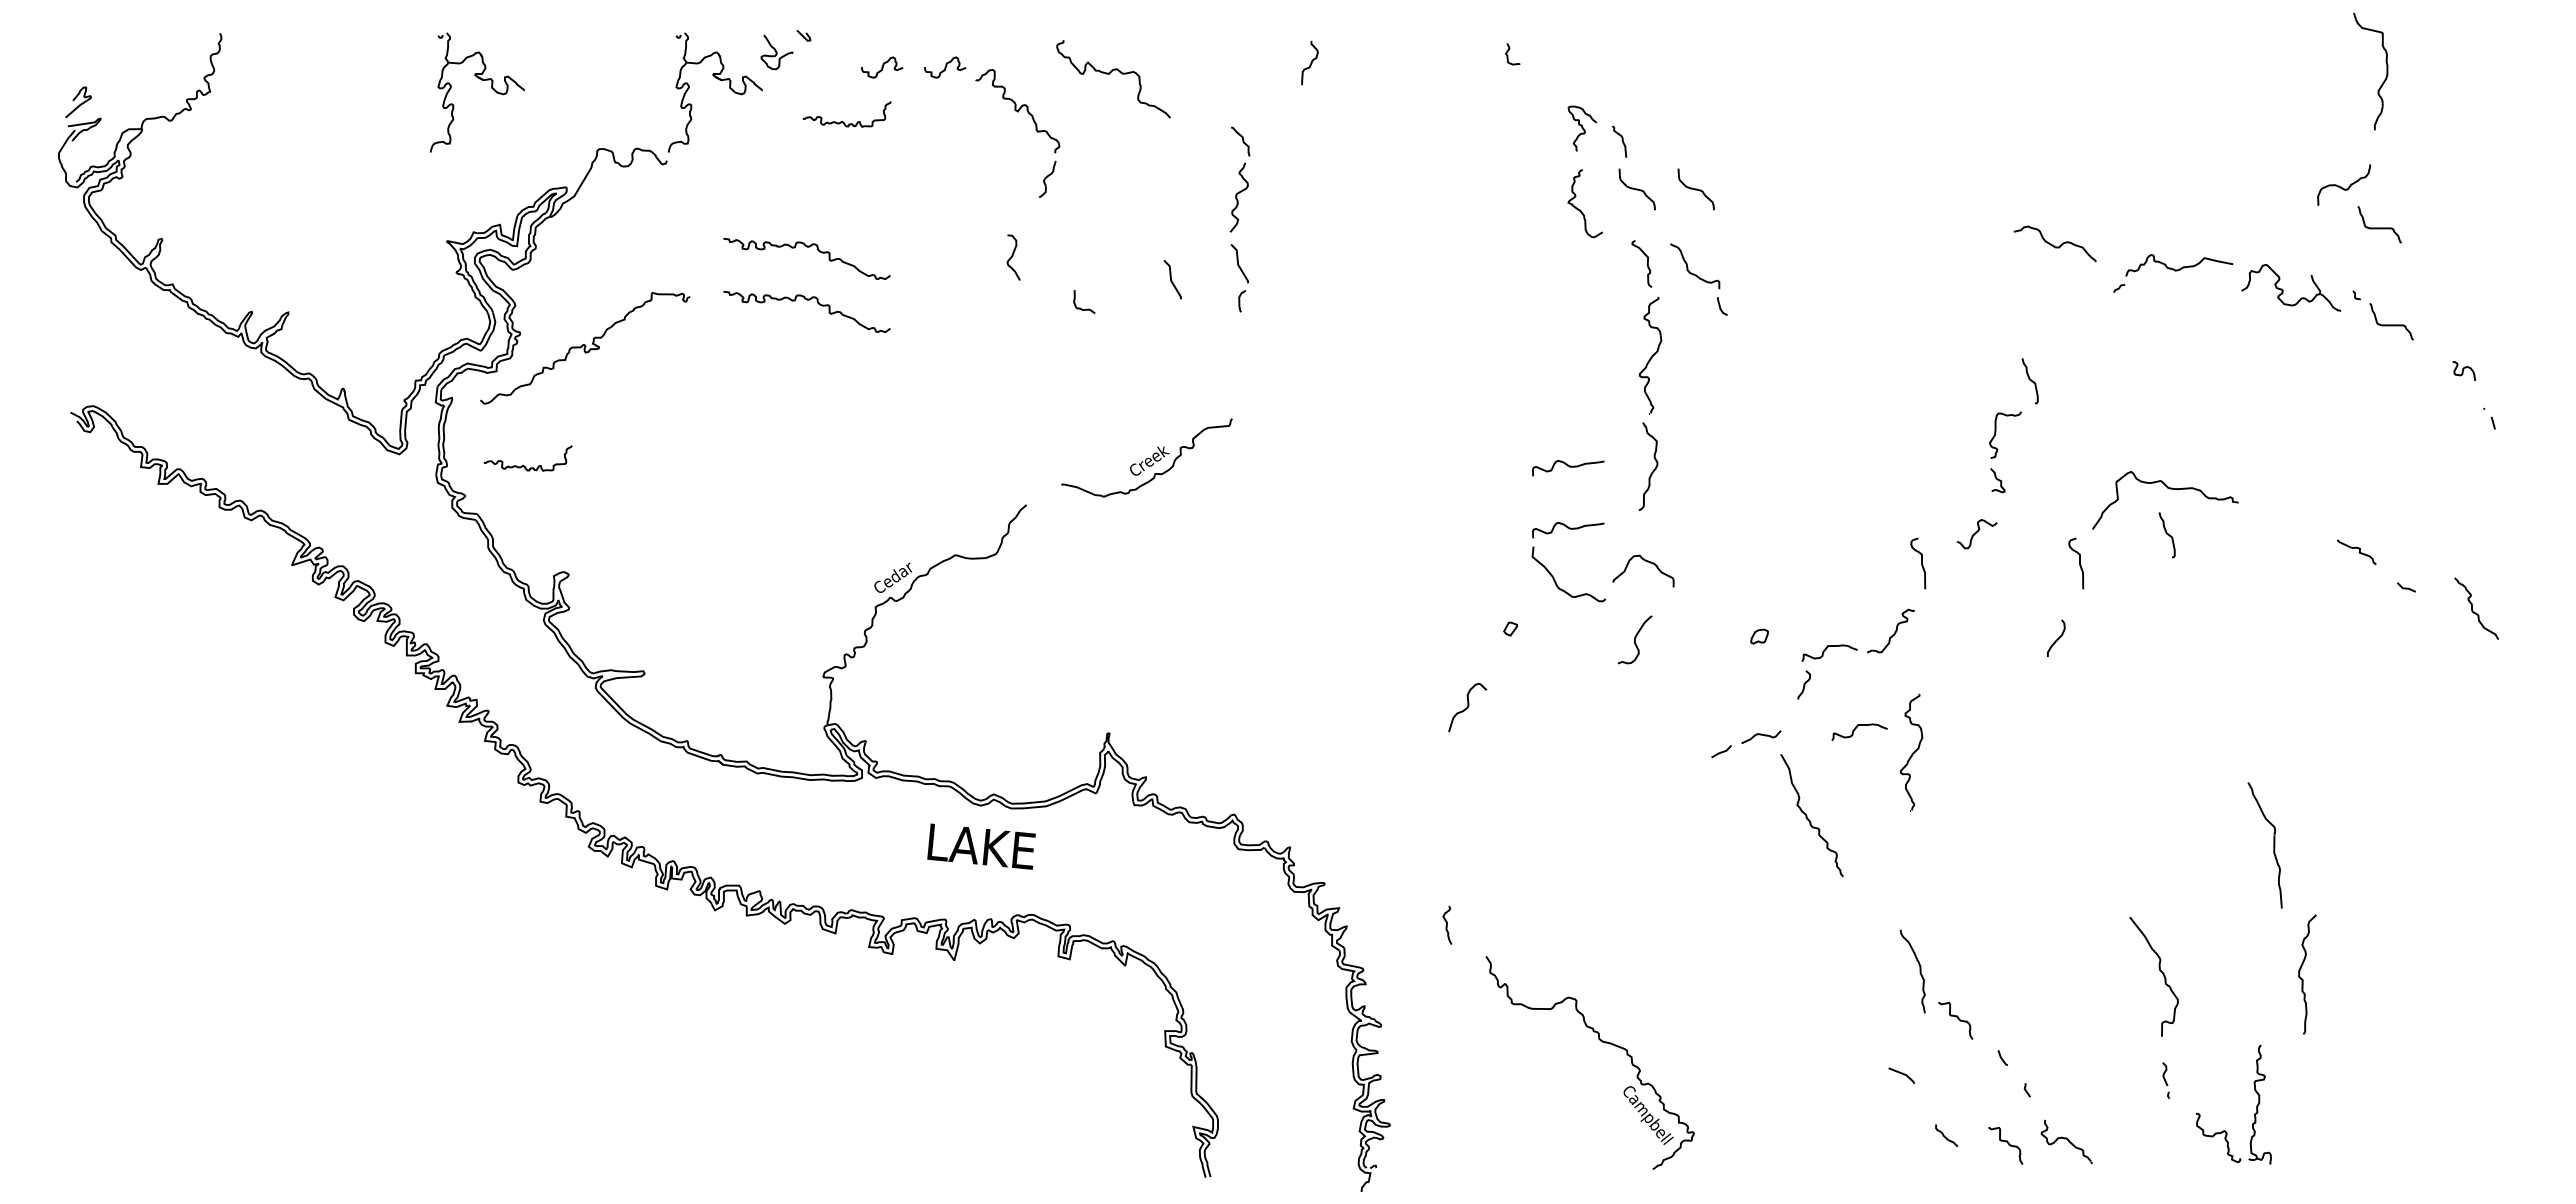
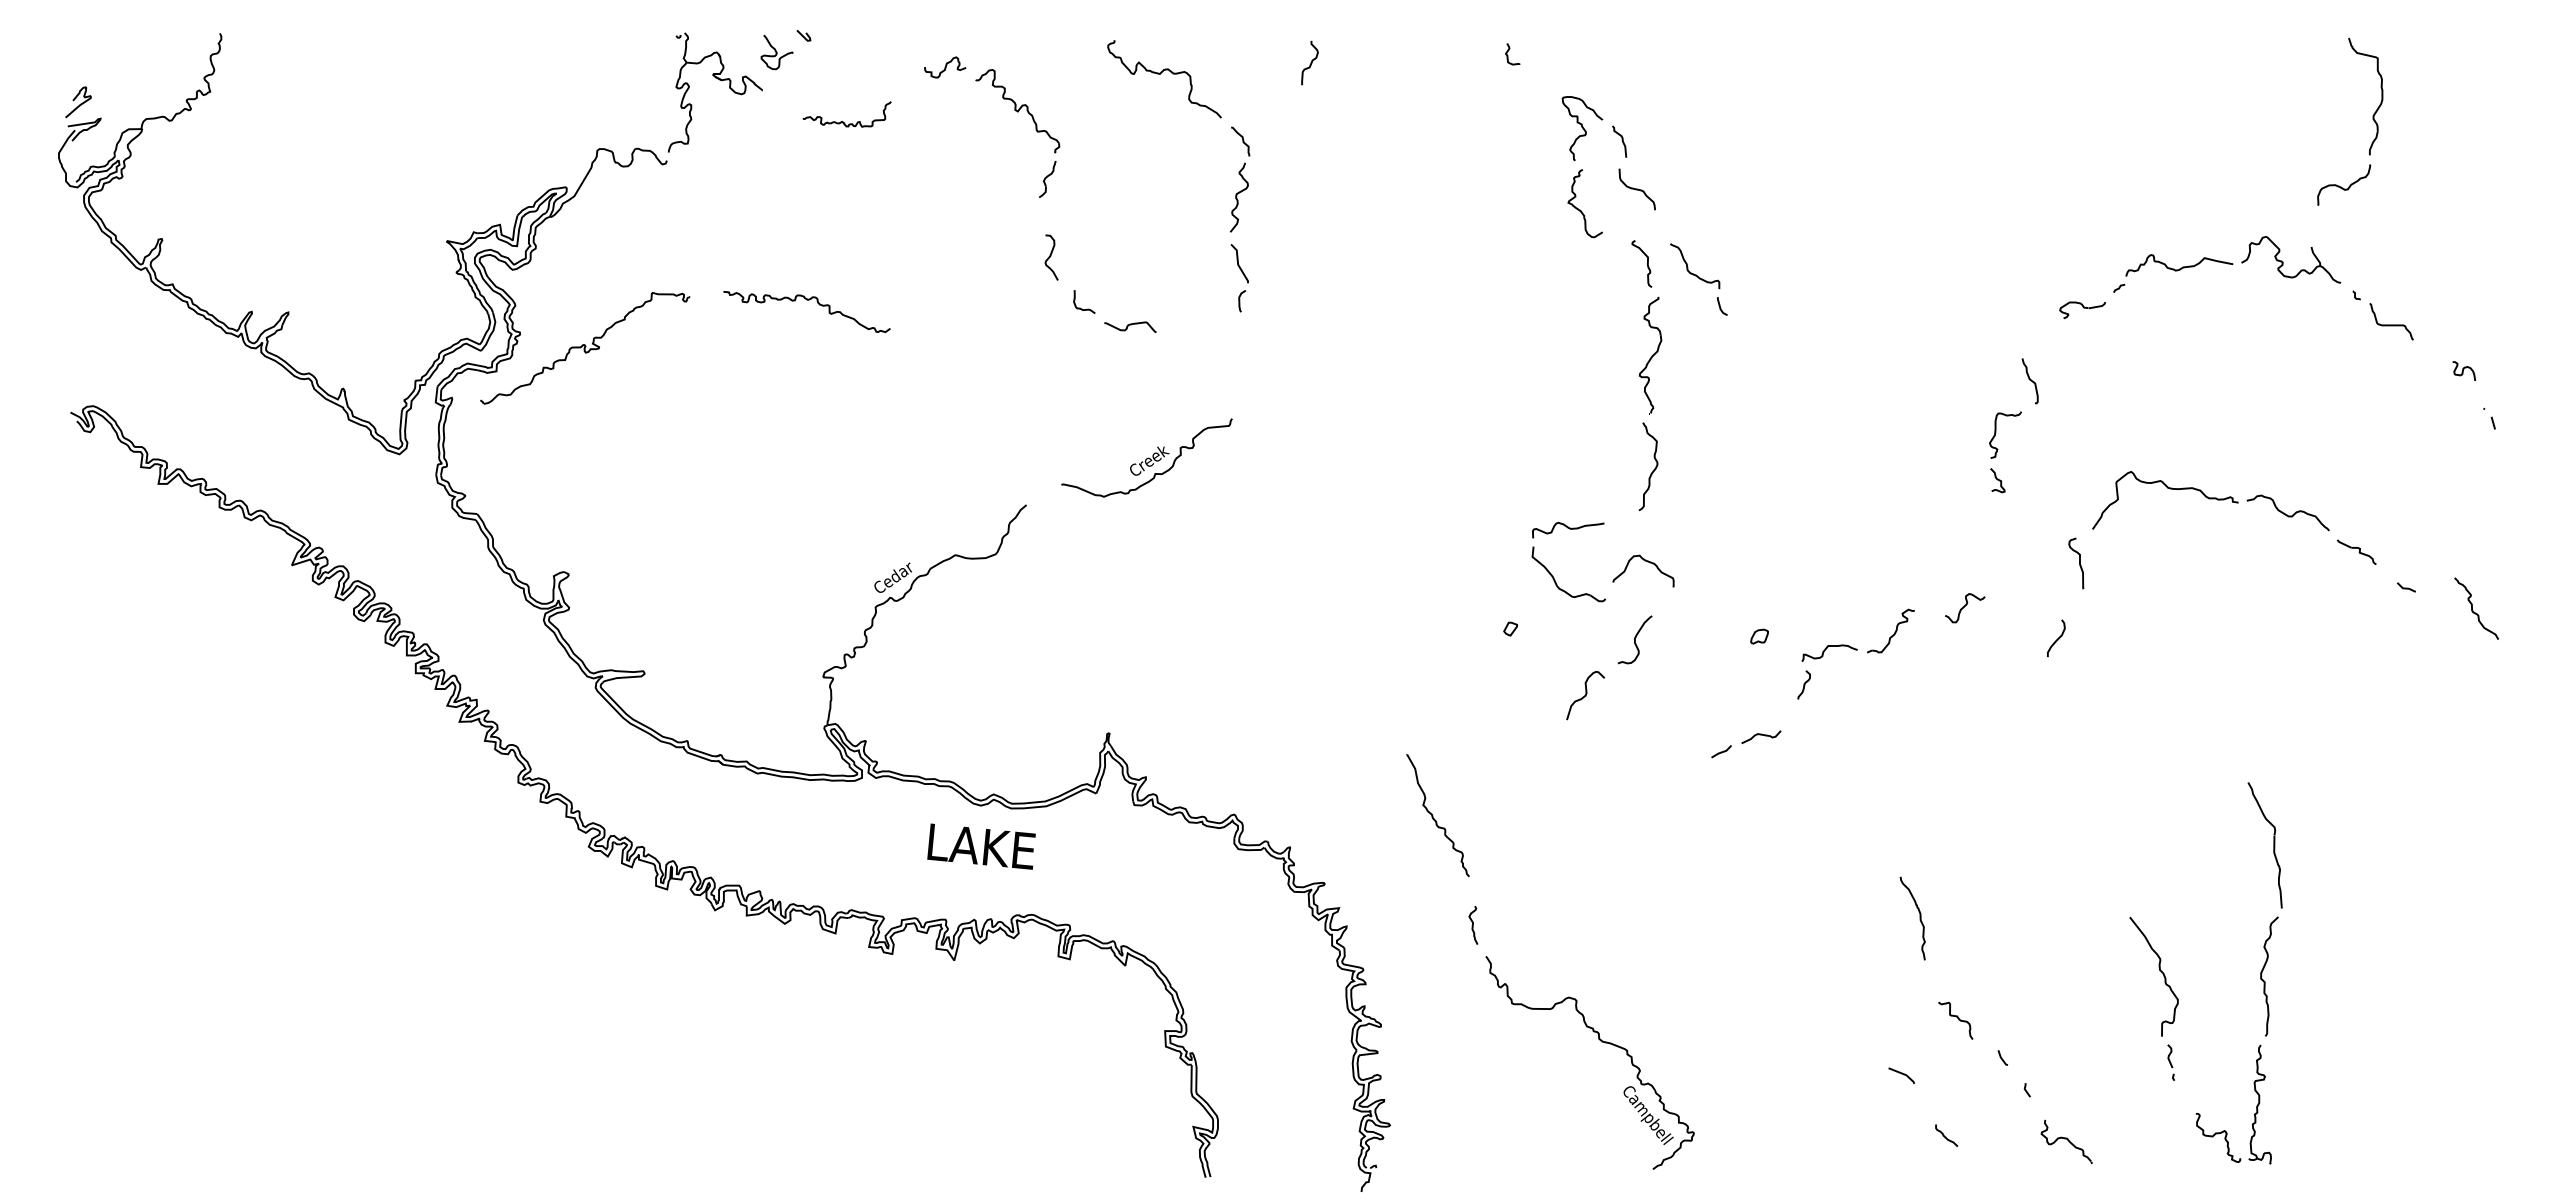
curve at (882, 67): present -> none
part at (2386, 71) position: (2386, 71) -> (2381, 96)
part at (1109, 74) position: (1109, 74) -> (1160, 74)
part at (483, 81): present -> none
part at (1582, 128) size: 31x47 px -> 43x66 px
curve at (1695, 189): present -> none
curve at (2379, 227): present -> none
curve at (2054, 245) position: (2054, 245) -> (2287, 514)
curve at (806, 247): present -> none
curve at (1013, 256) position: (1013, 256) -> (1051, 256)
line at (1171, 279): present -> none
part at (2283, 289) position: (2283, 289) -> (2283, 261)
part at (2082, 310): none -> present
curve at (1130, 325): none -> present
curve at (524, 465): present -> none
curve at (1568, 466): present -> none
curve at (1976, 533) position: (1976, 533) -> (1964, 607)
curve at (2166, 534): present -> none
curve at (1921, 563): present -> none
curve at (1467, 707) position: (1467, 707) -> (1585, 695)
curve at (1856, 728): present -> none
part at (1911, 752): present -> none
part at (1811, 815) position: (1811, 815) -> (1437, 815)
part at (1447, 924) position: (1447, 924) -> (1473, 924)
curve at (1919, 971) position: (1919, 971) -> (1919, 918)
curve at (2302, 978) position: (2302, 978) -> (2264, 980)
part at (2165, 1080) position: (2165, 1080) -> (2170, 1062)
curve at (2007, 1143): present -> none
